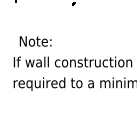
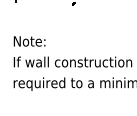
text at (35, 41) position: (35, 41) -> (29, 41)
